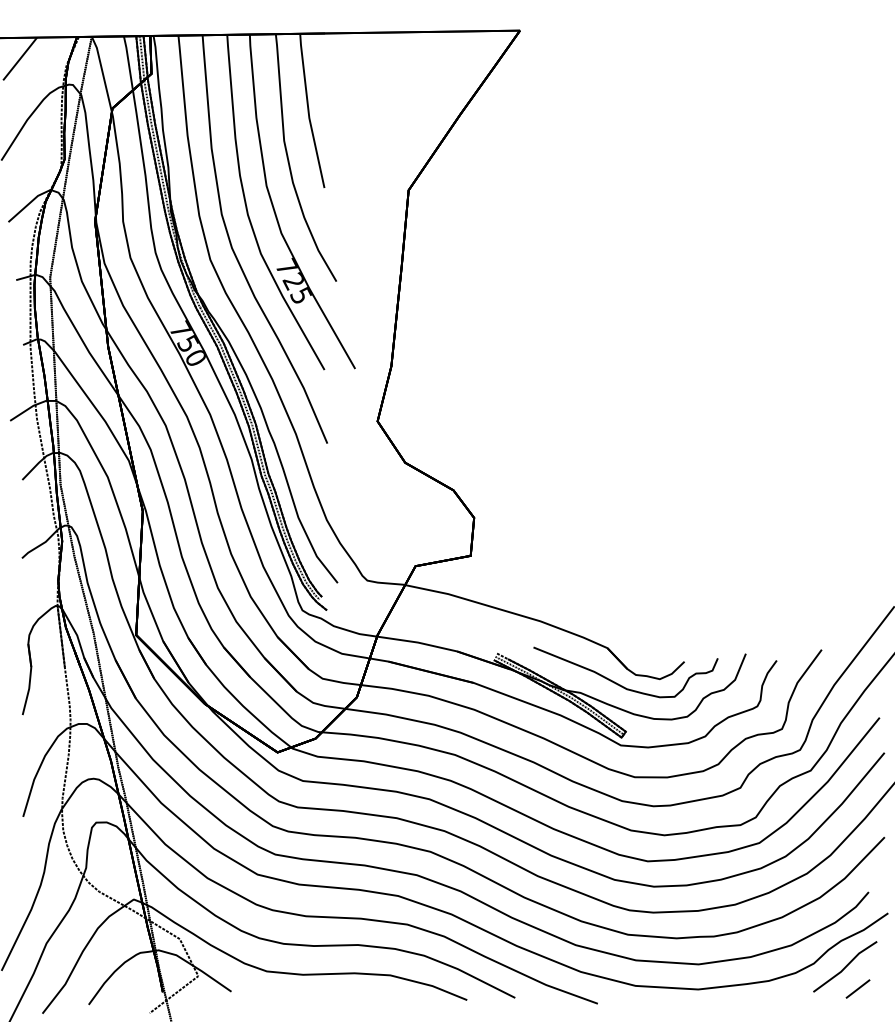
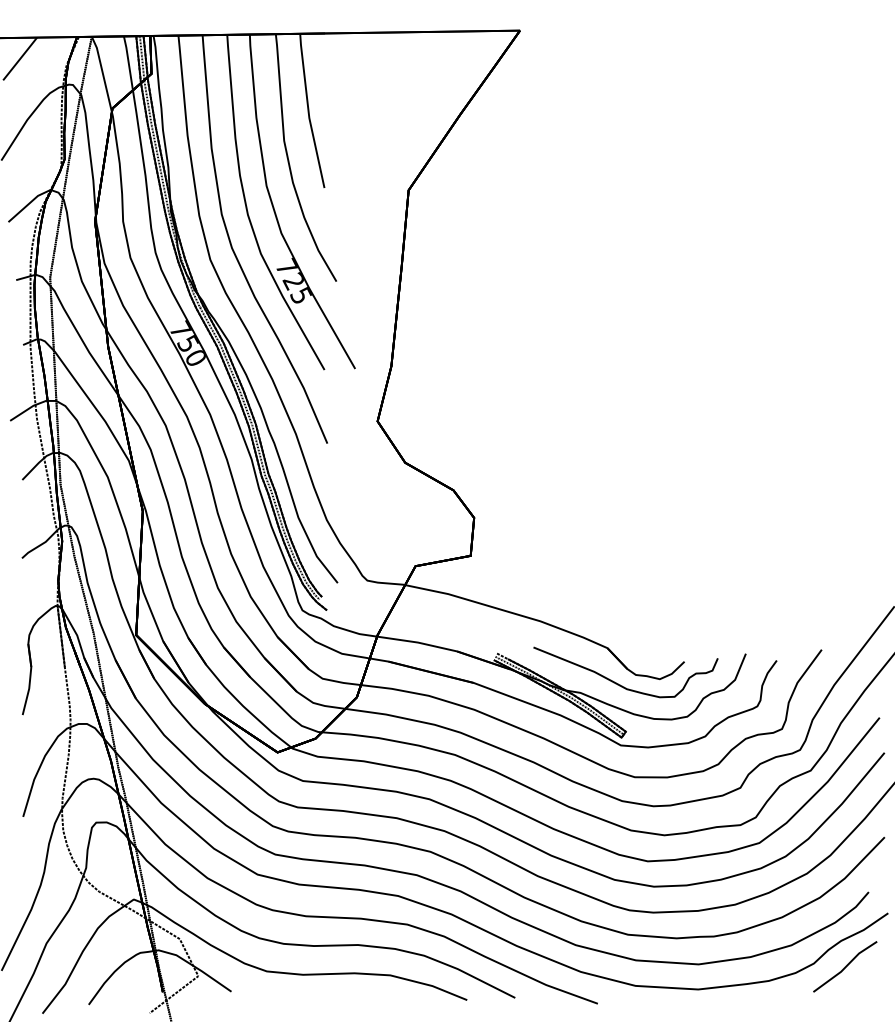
line at (857, 988): present -> none
